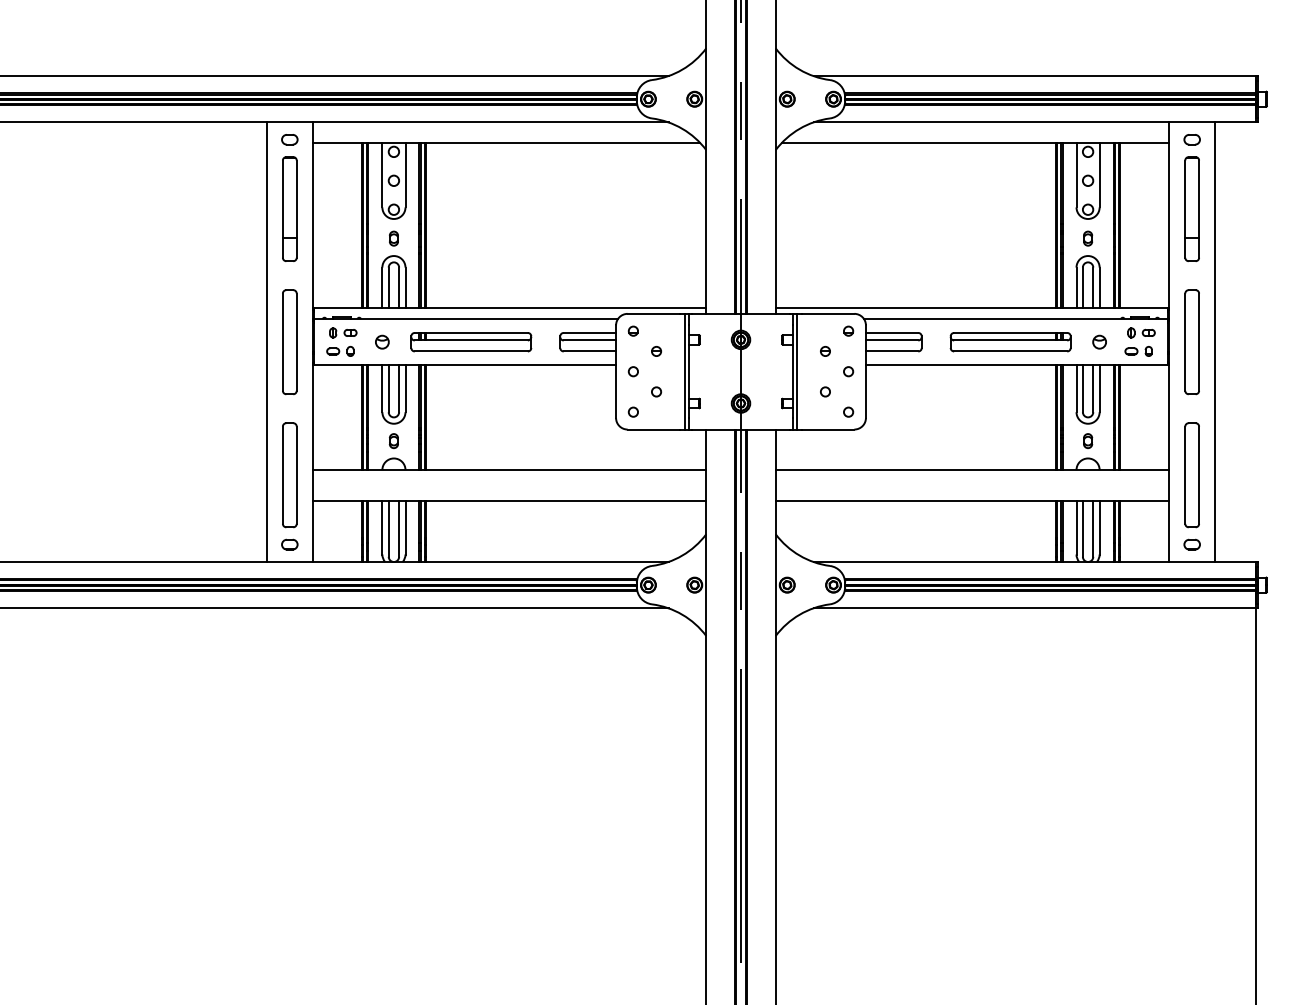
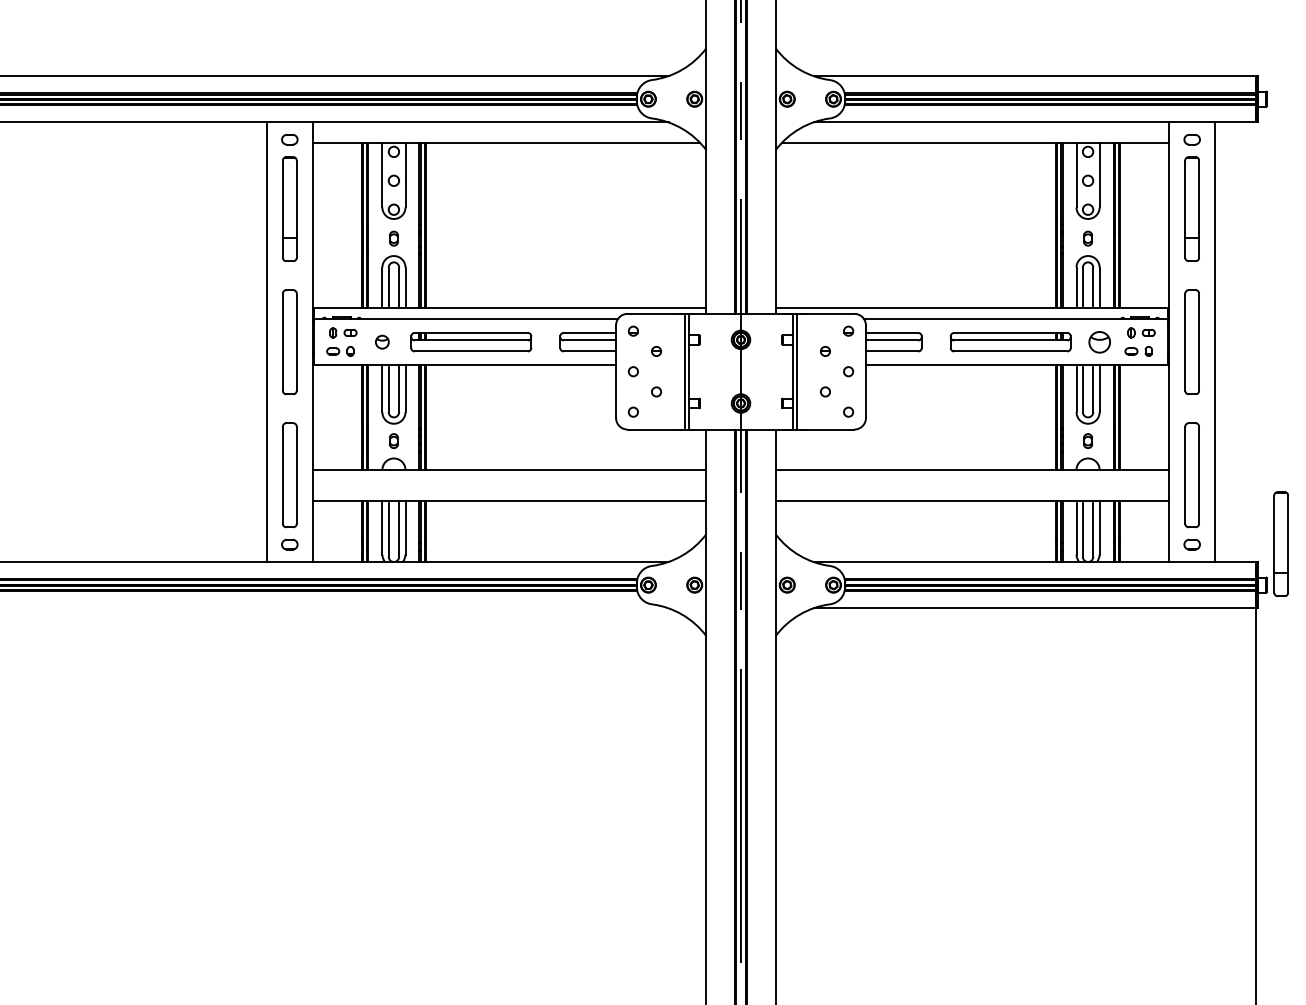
part at (1099, 341) size: 15x16 px -> 23x23 px
part at (1280, 543): none -> present
line at (335, 608): present -> none
